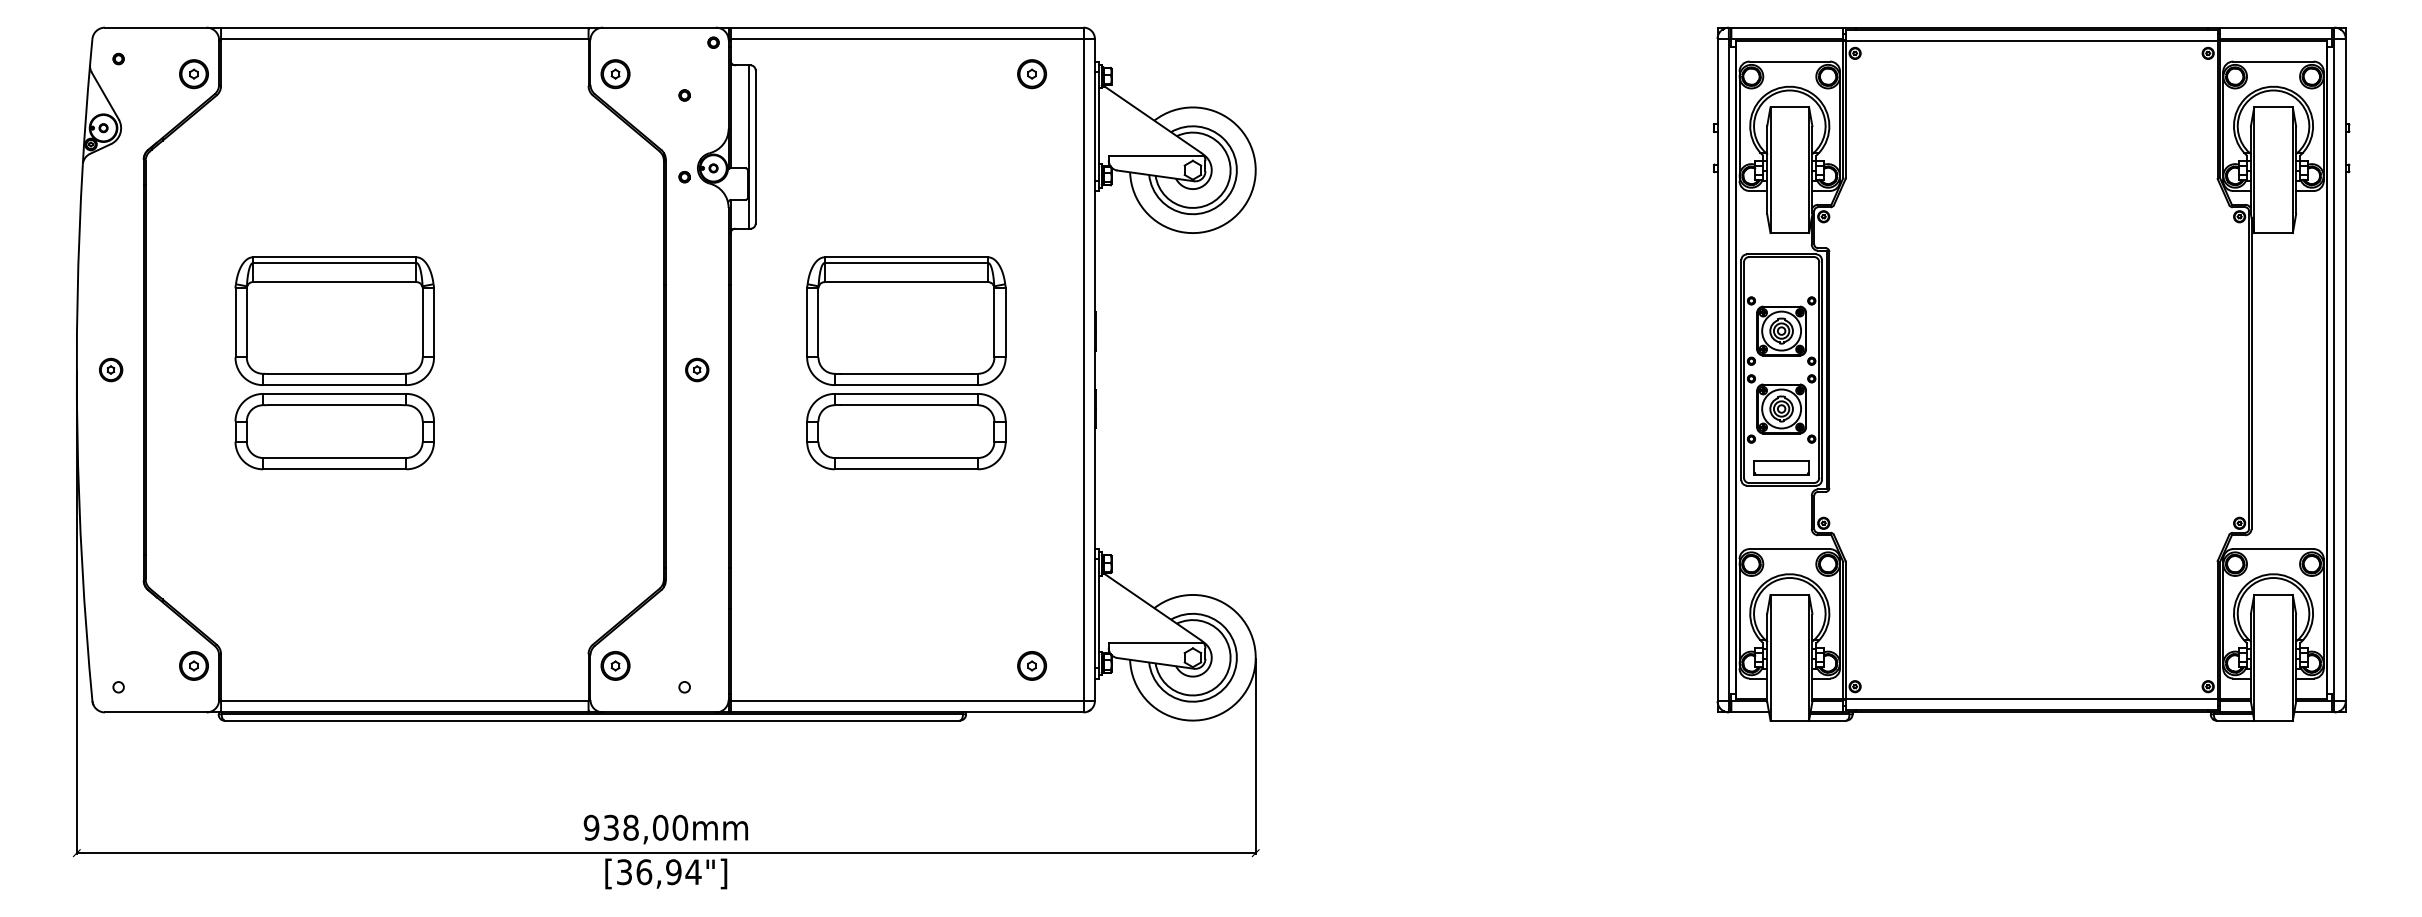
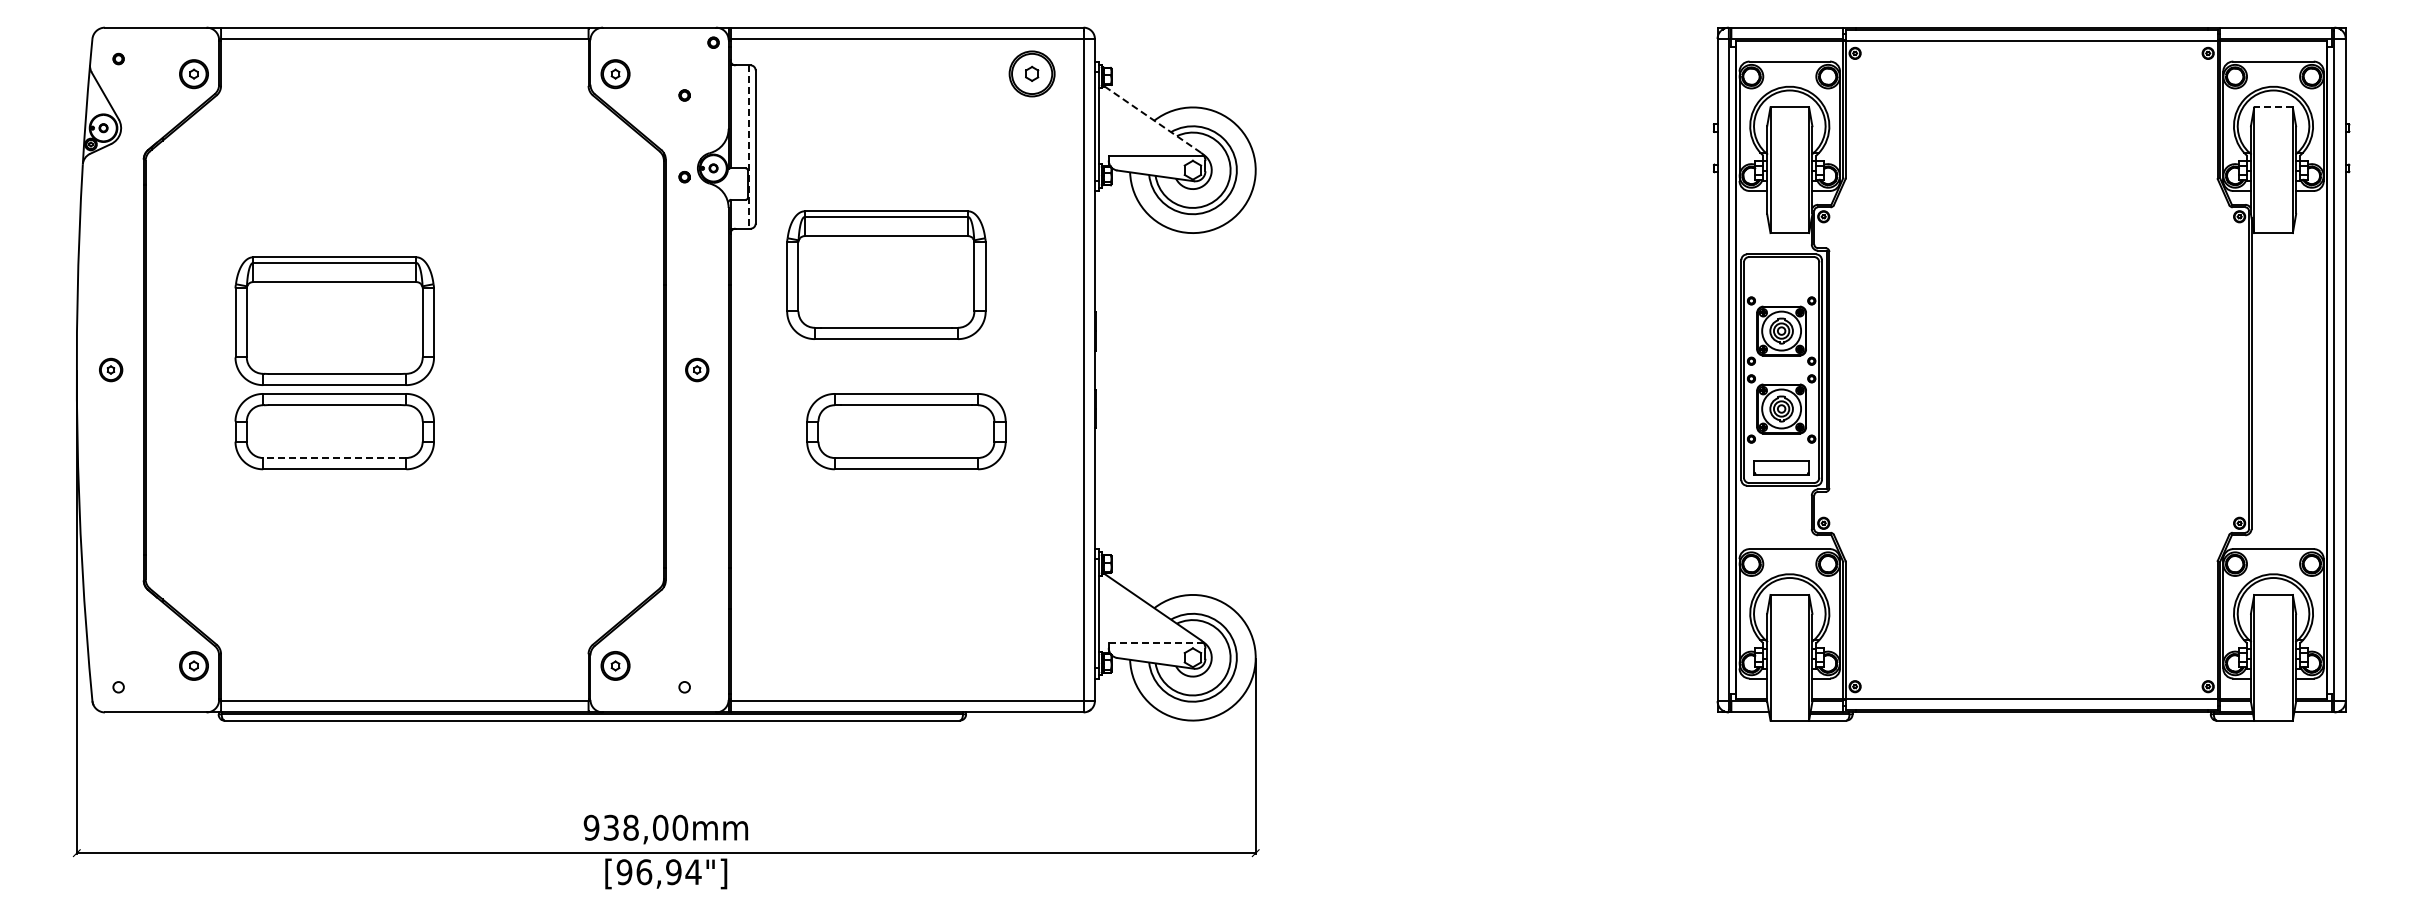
part at (1031, 74) size: 30x31 px -> 48x48 px
line at (2273, 107): solid -> dashed
line at (1152, 119): solid -> dashed
line at (749, 147): solid -> dashed
part at (906, 320) position: (906, 320) -> (886, 274)
line at (334, 458): solid -> dashed
line at (1156, 643): solid -> dashed
part at (1031, 665): present -> none
text at (624, 871): [36,94"] -> [96,94"]
